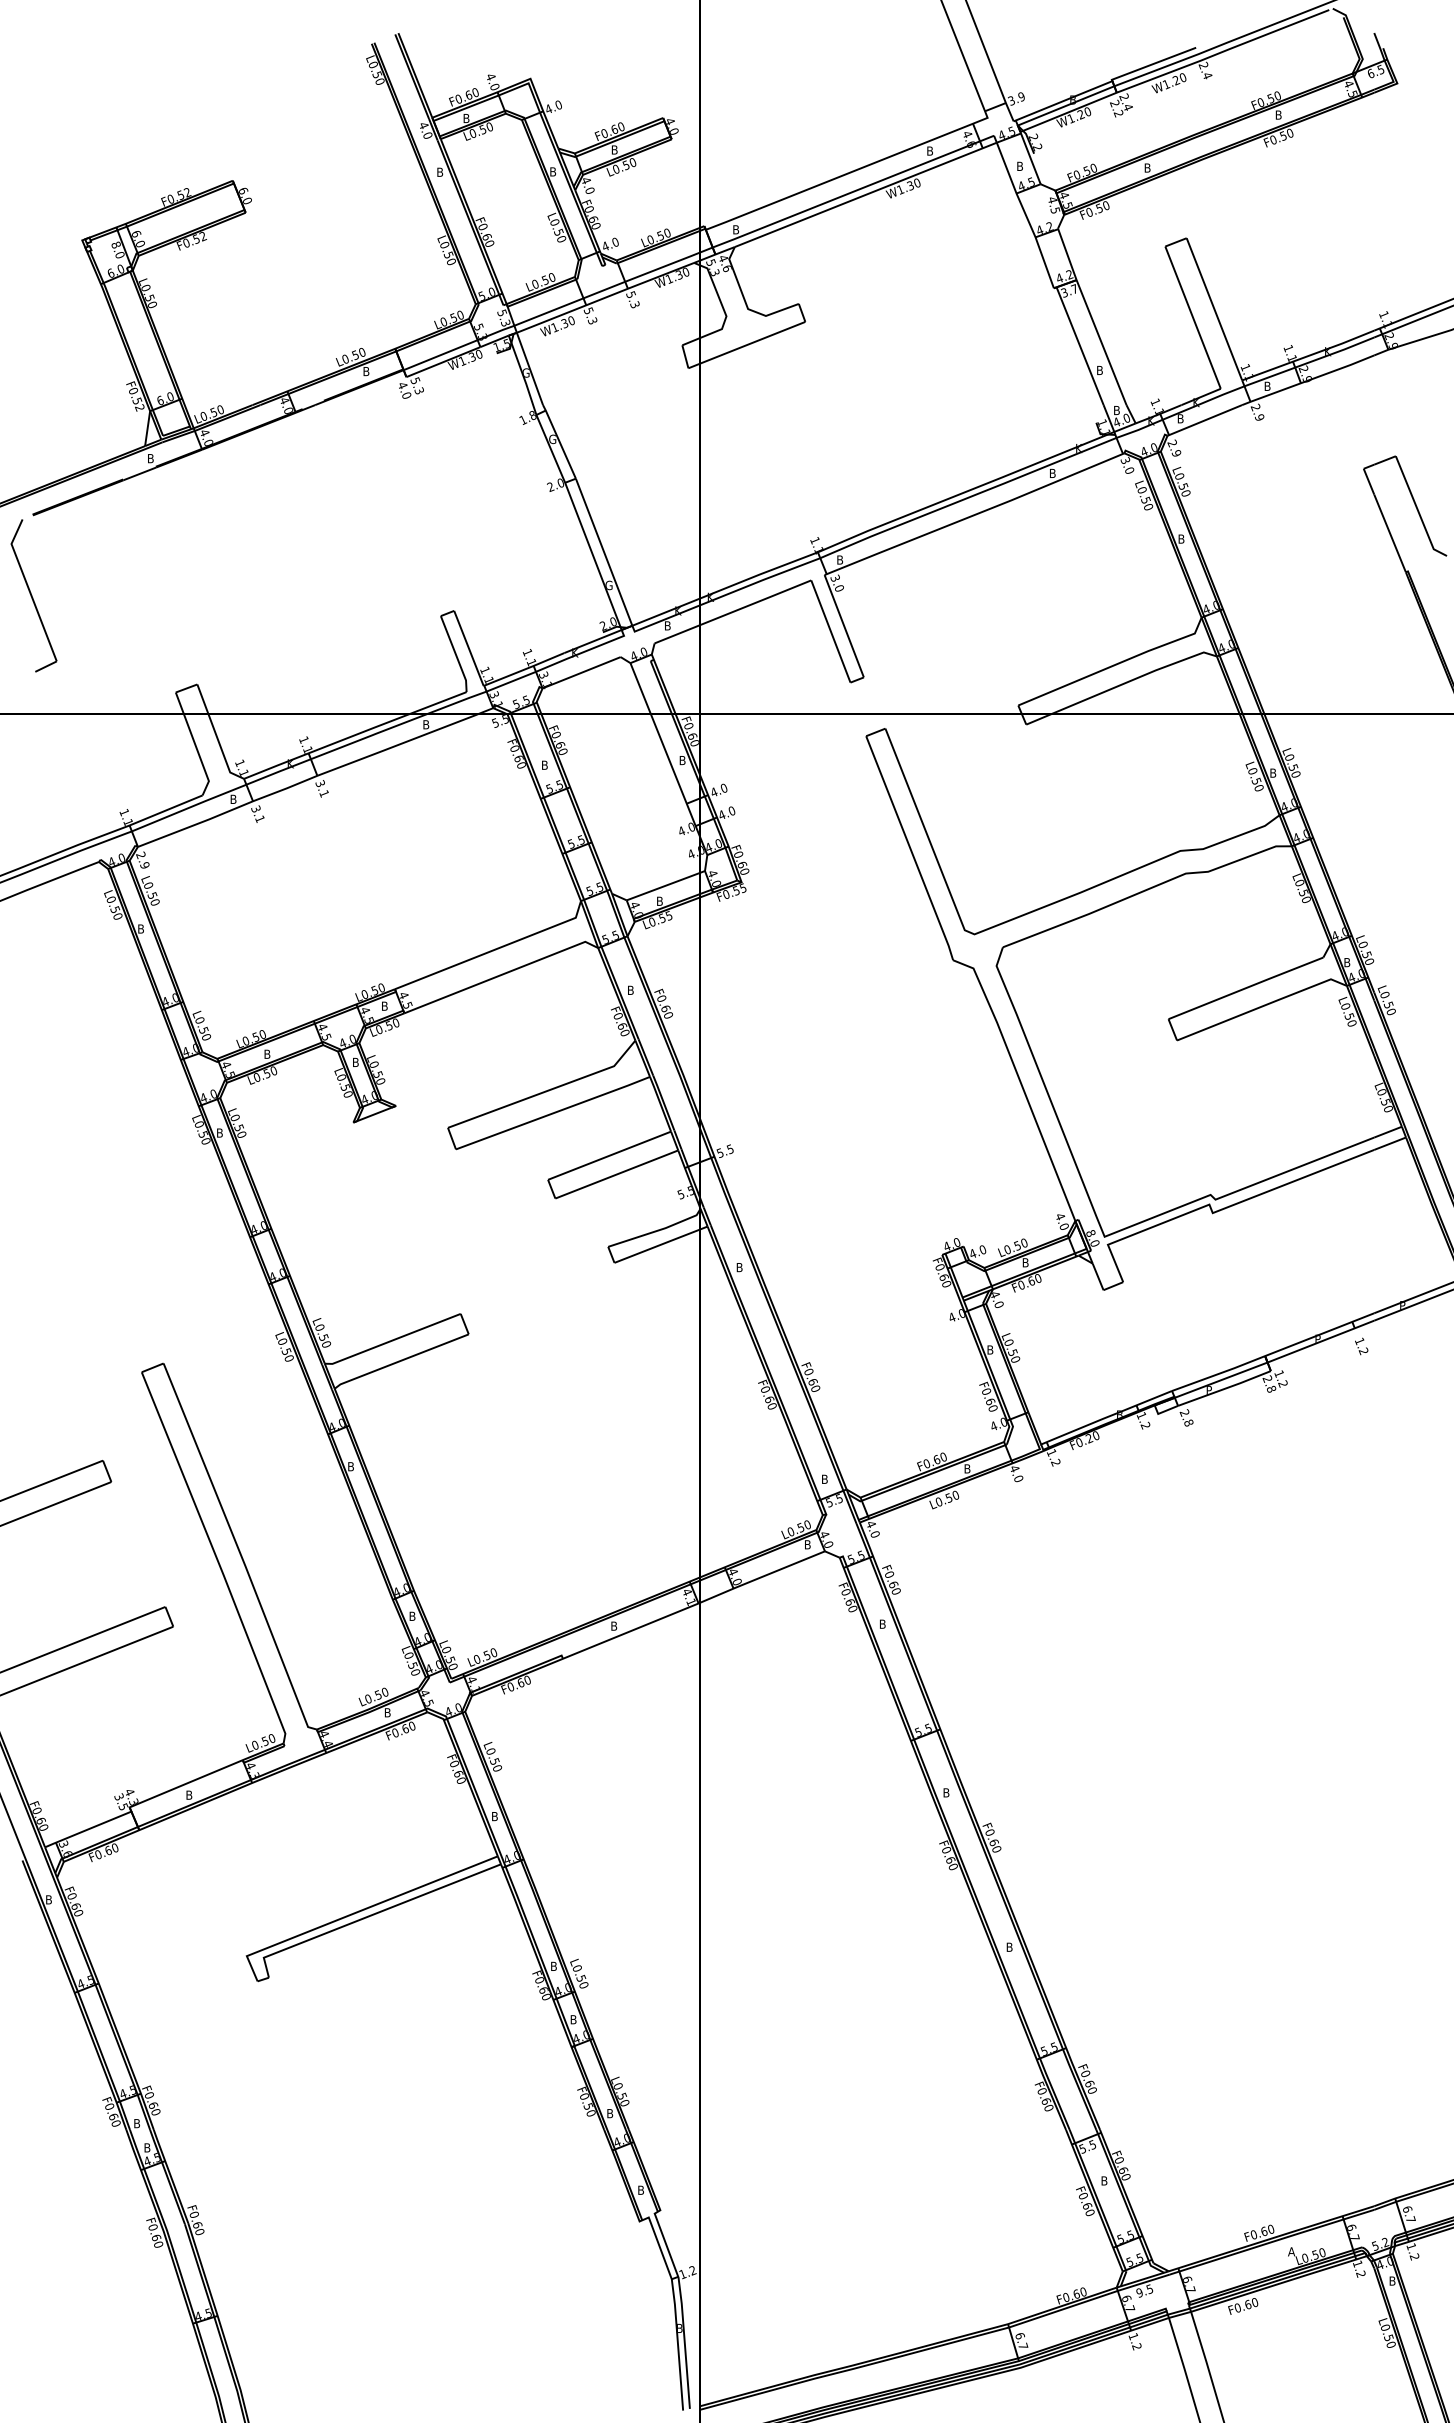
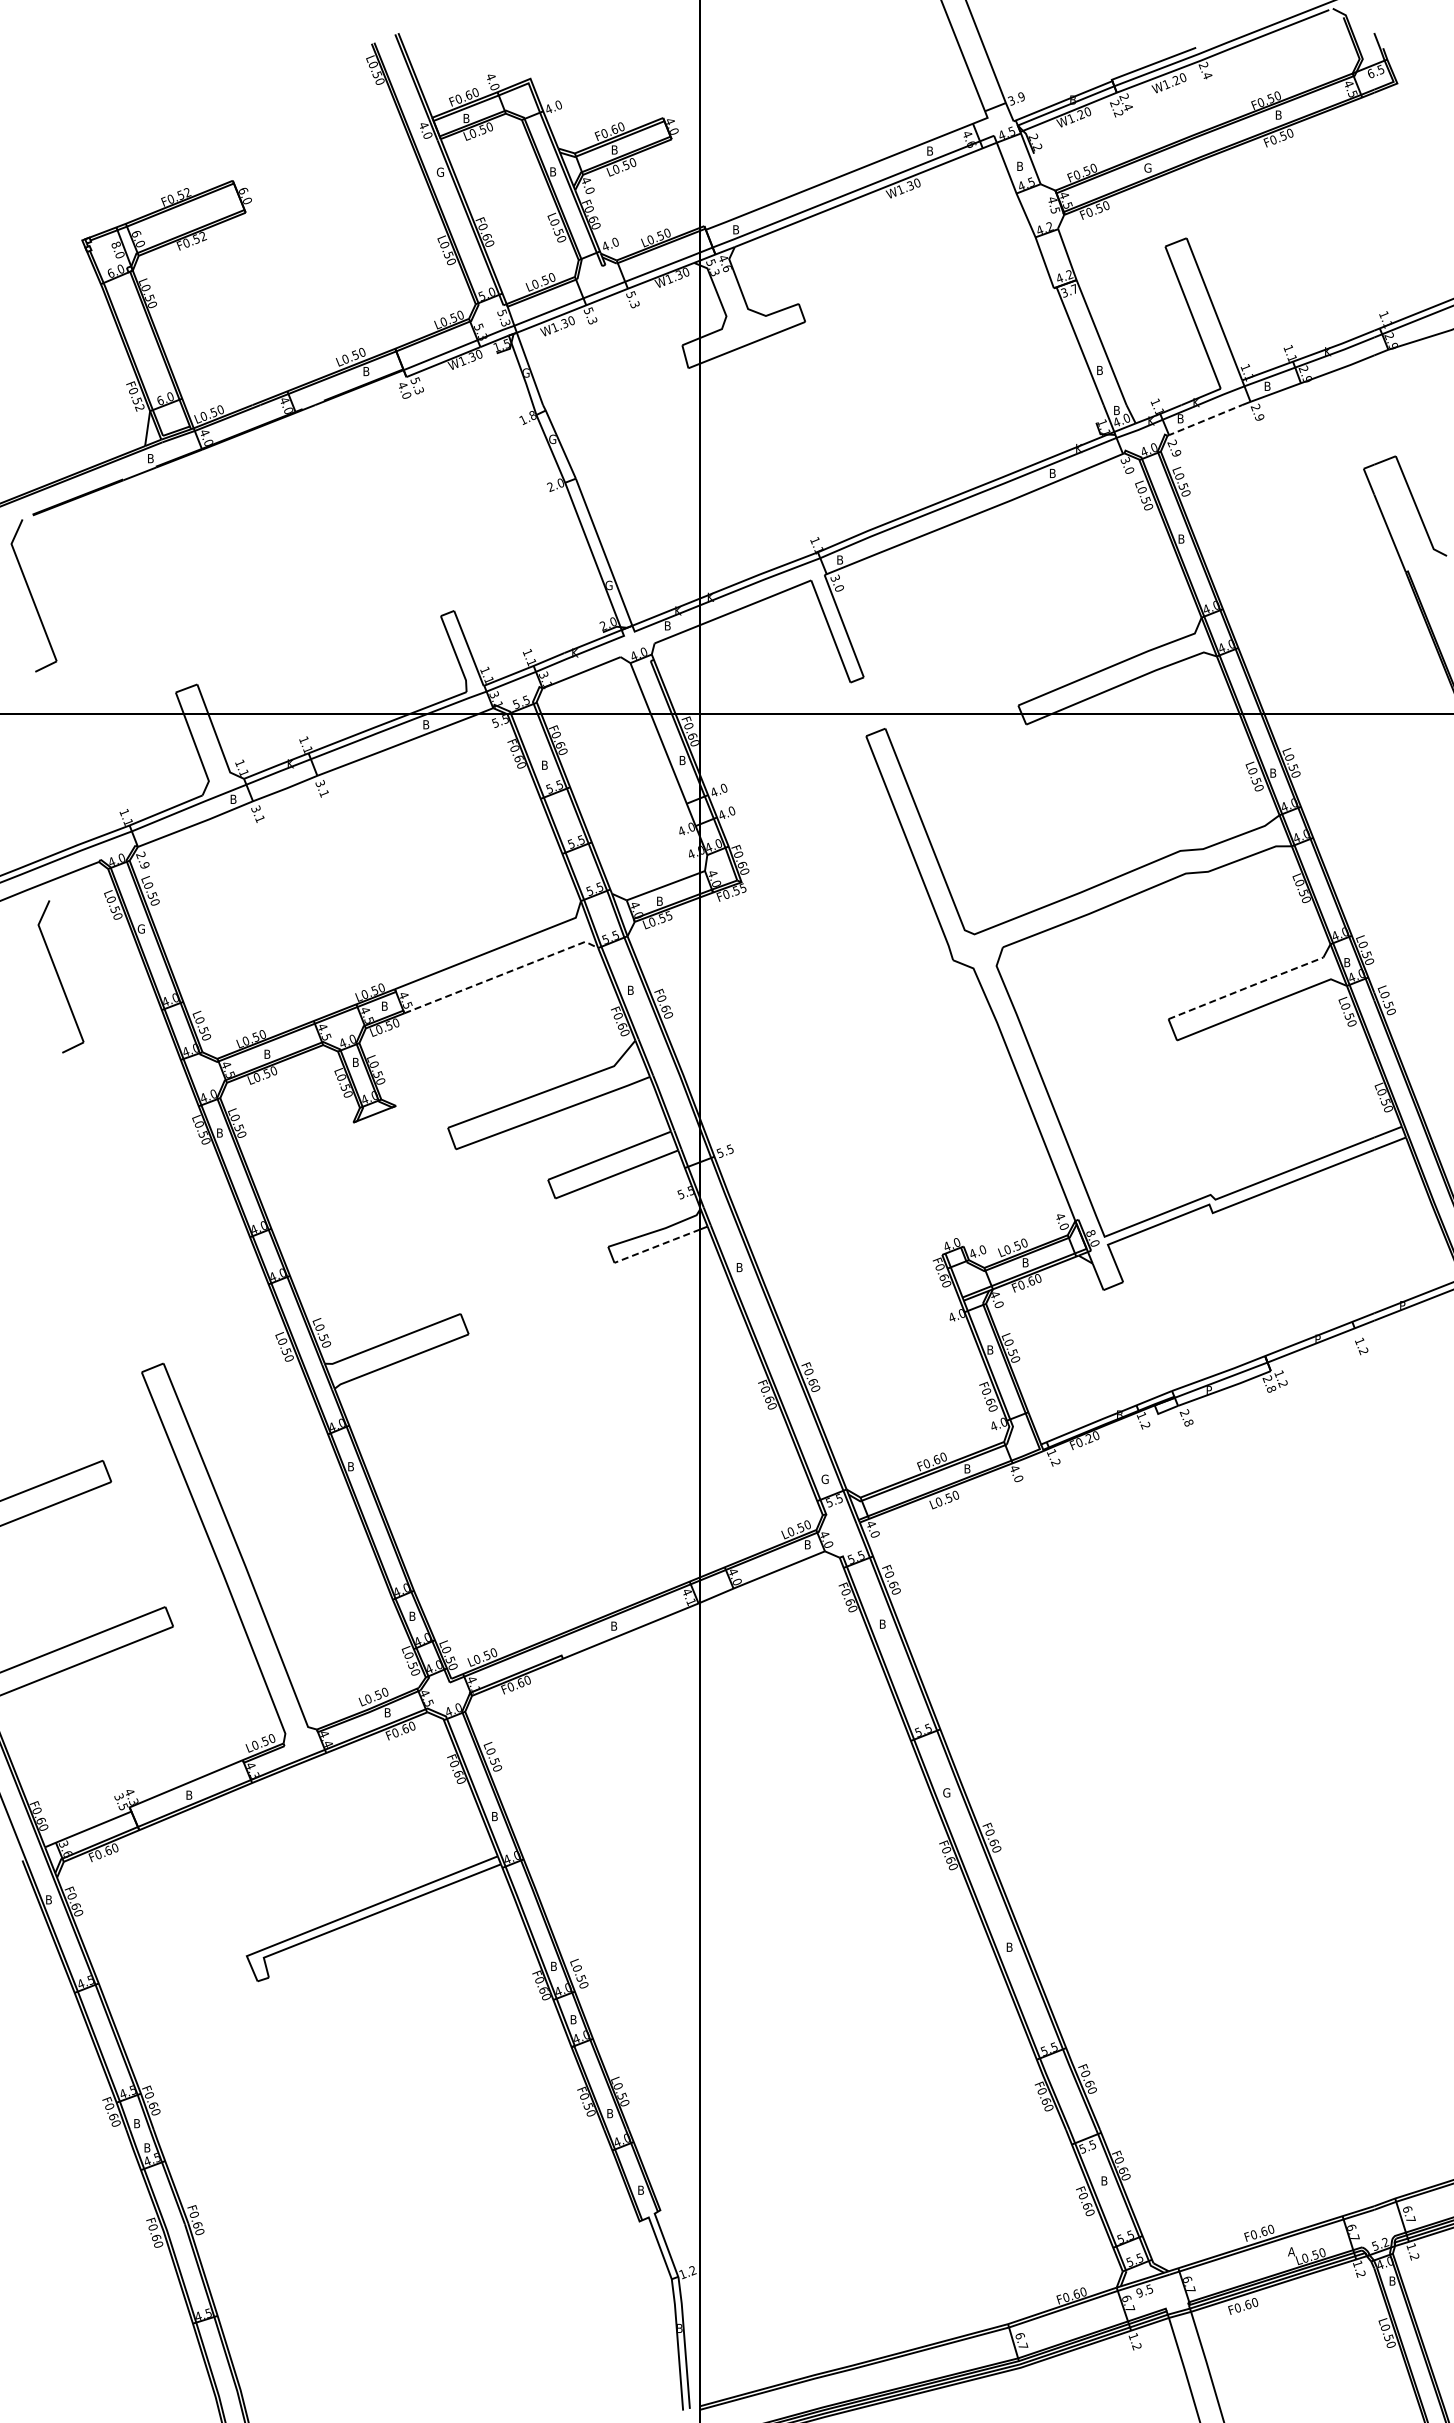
text at (1147, 167): B -> G
text at (439, 171): B -> G
line at (1204, 420): solid -> dashed
text at (140, 928): B -> G
line at (502, 974): solid -> dashed
part at (60, 976): none -> present
line at (1246, 987): solid -> dashed
line at (657, 1246): solid -> dashed
text at (824, 1479): B -> G
text at (946, 1792): B -> G
